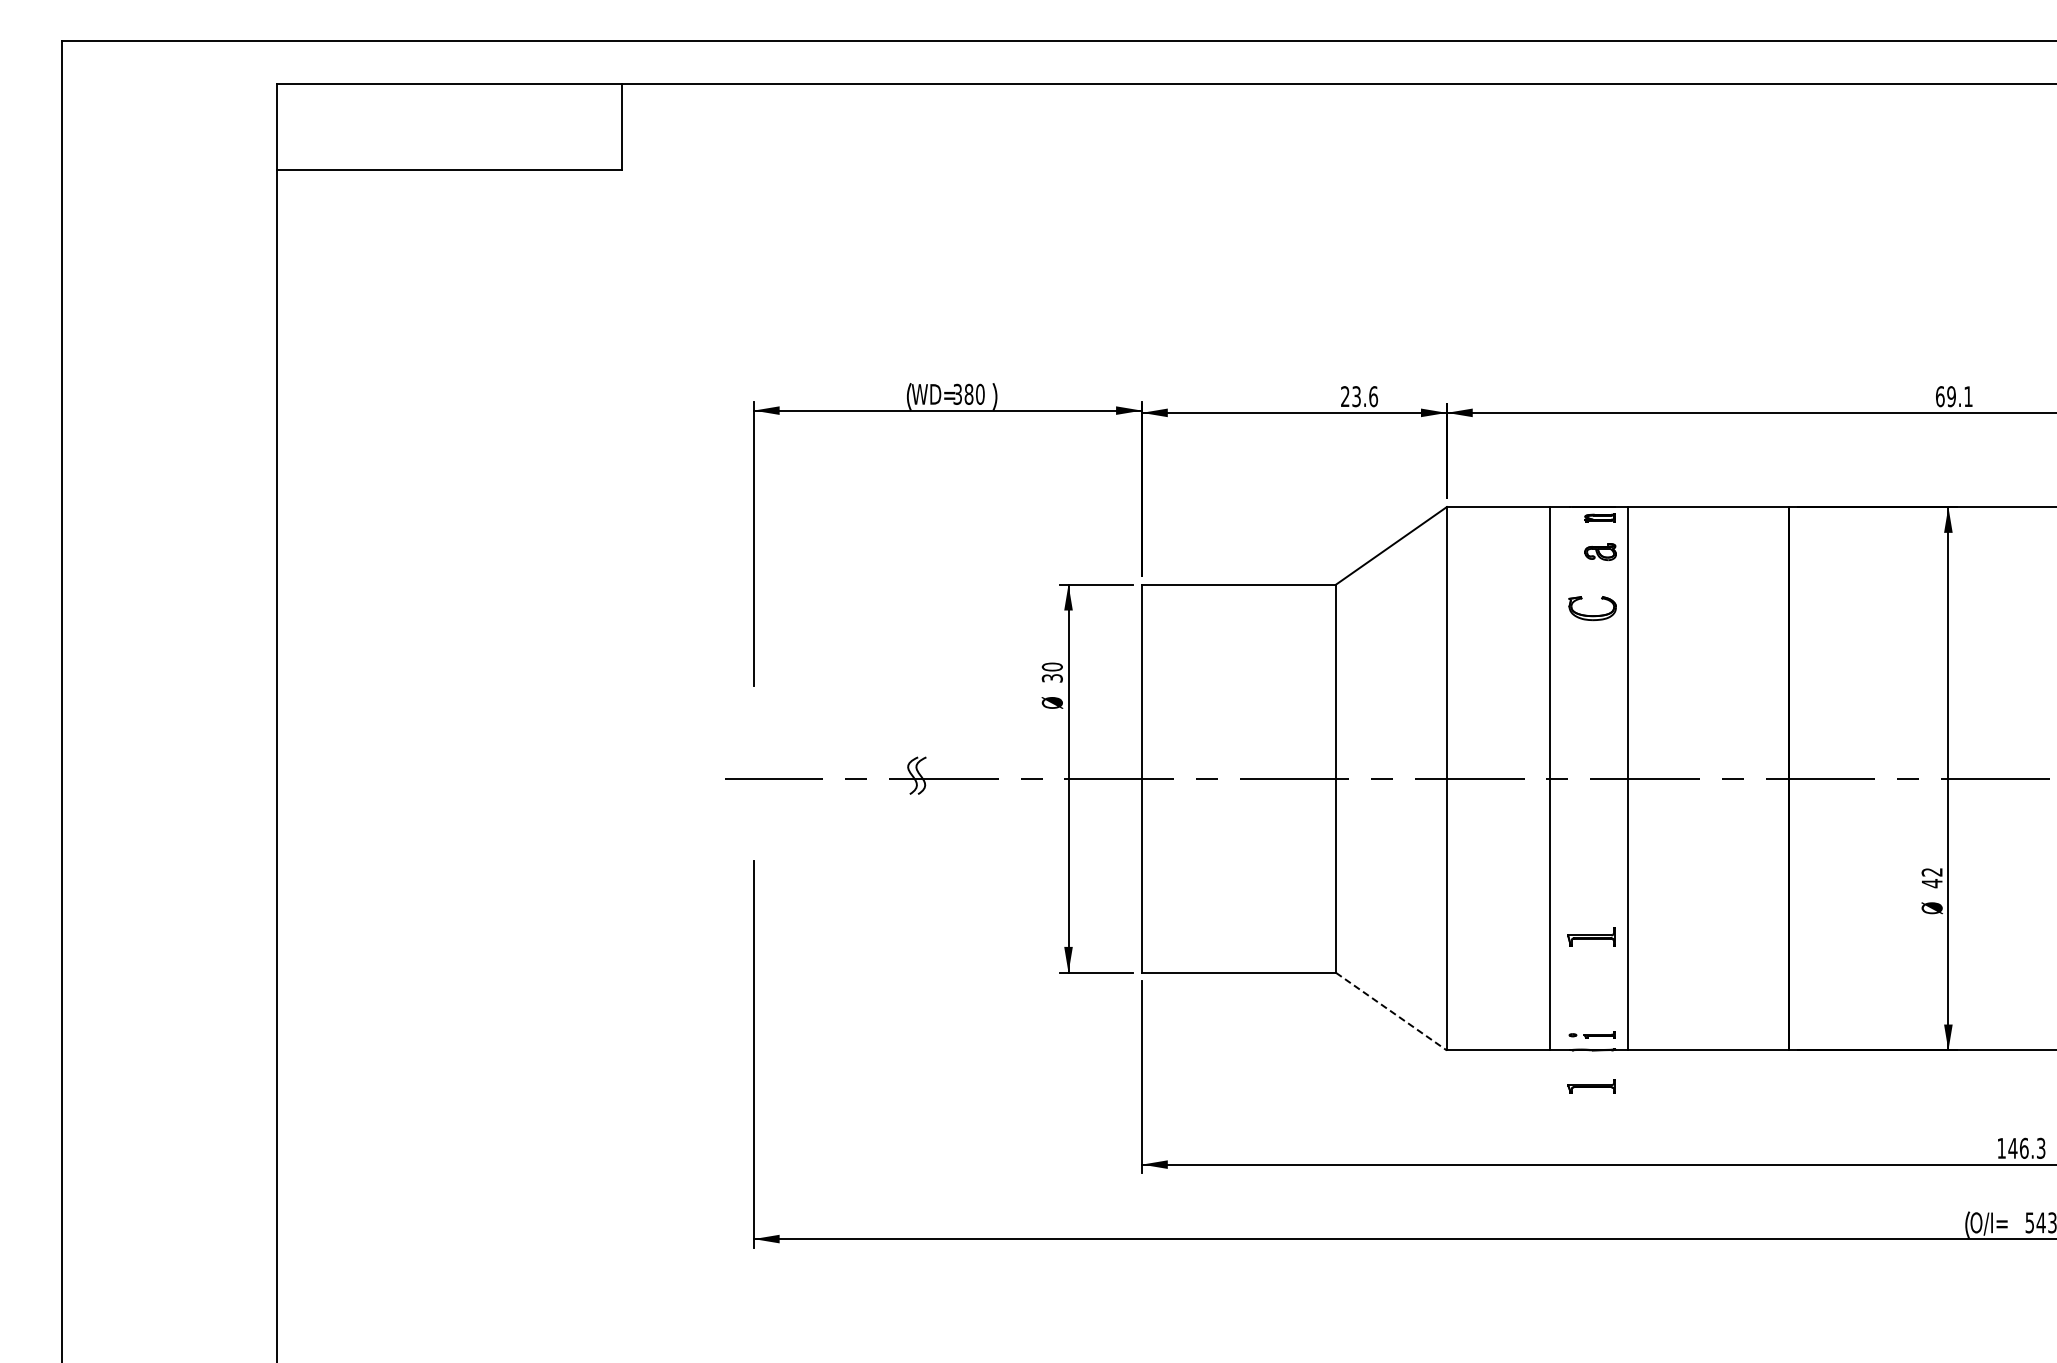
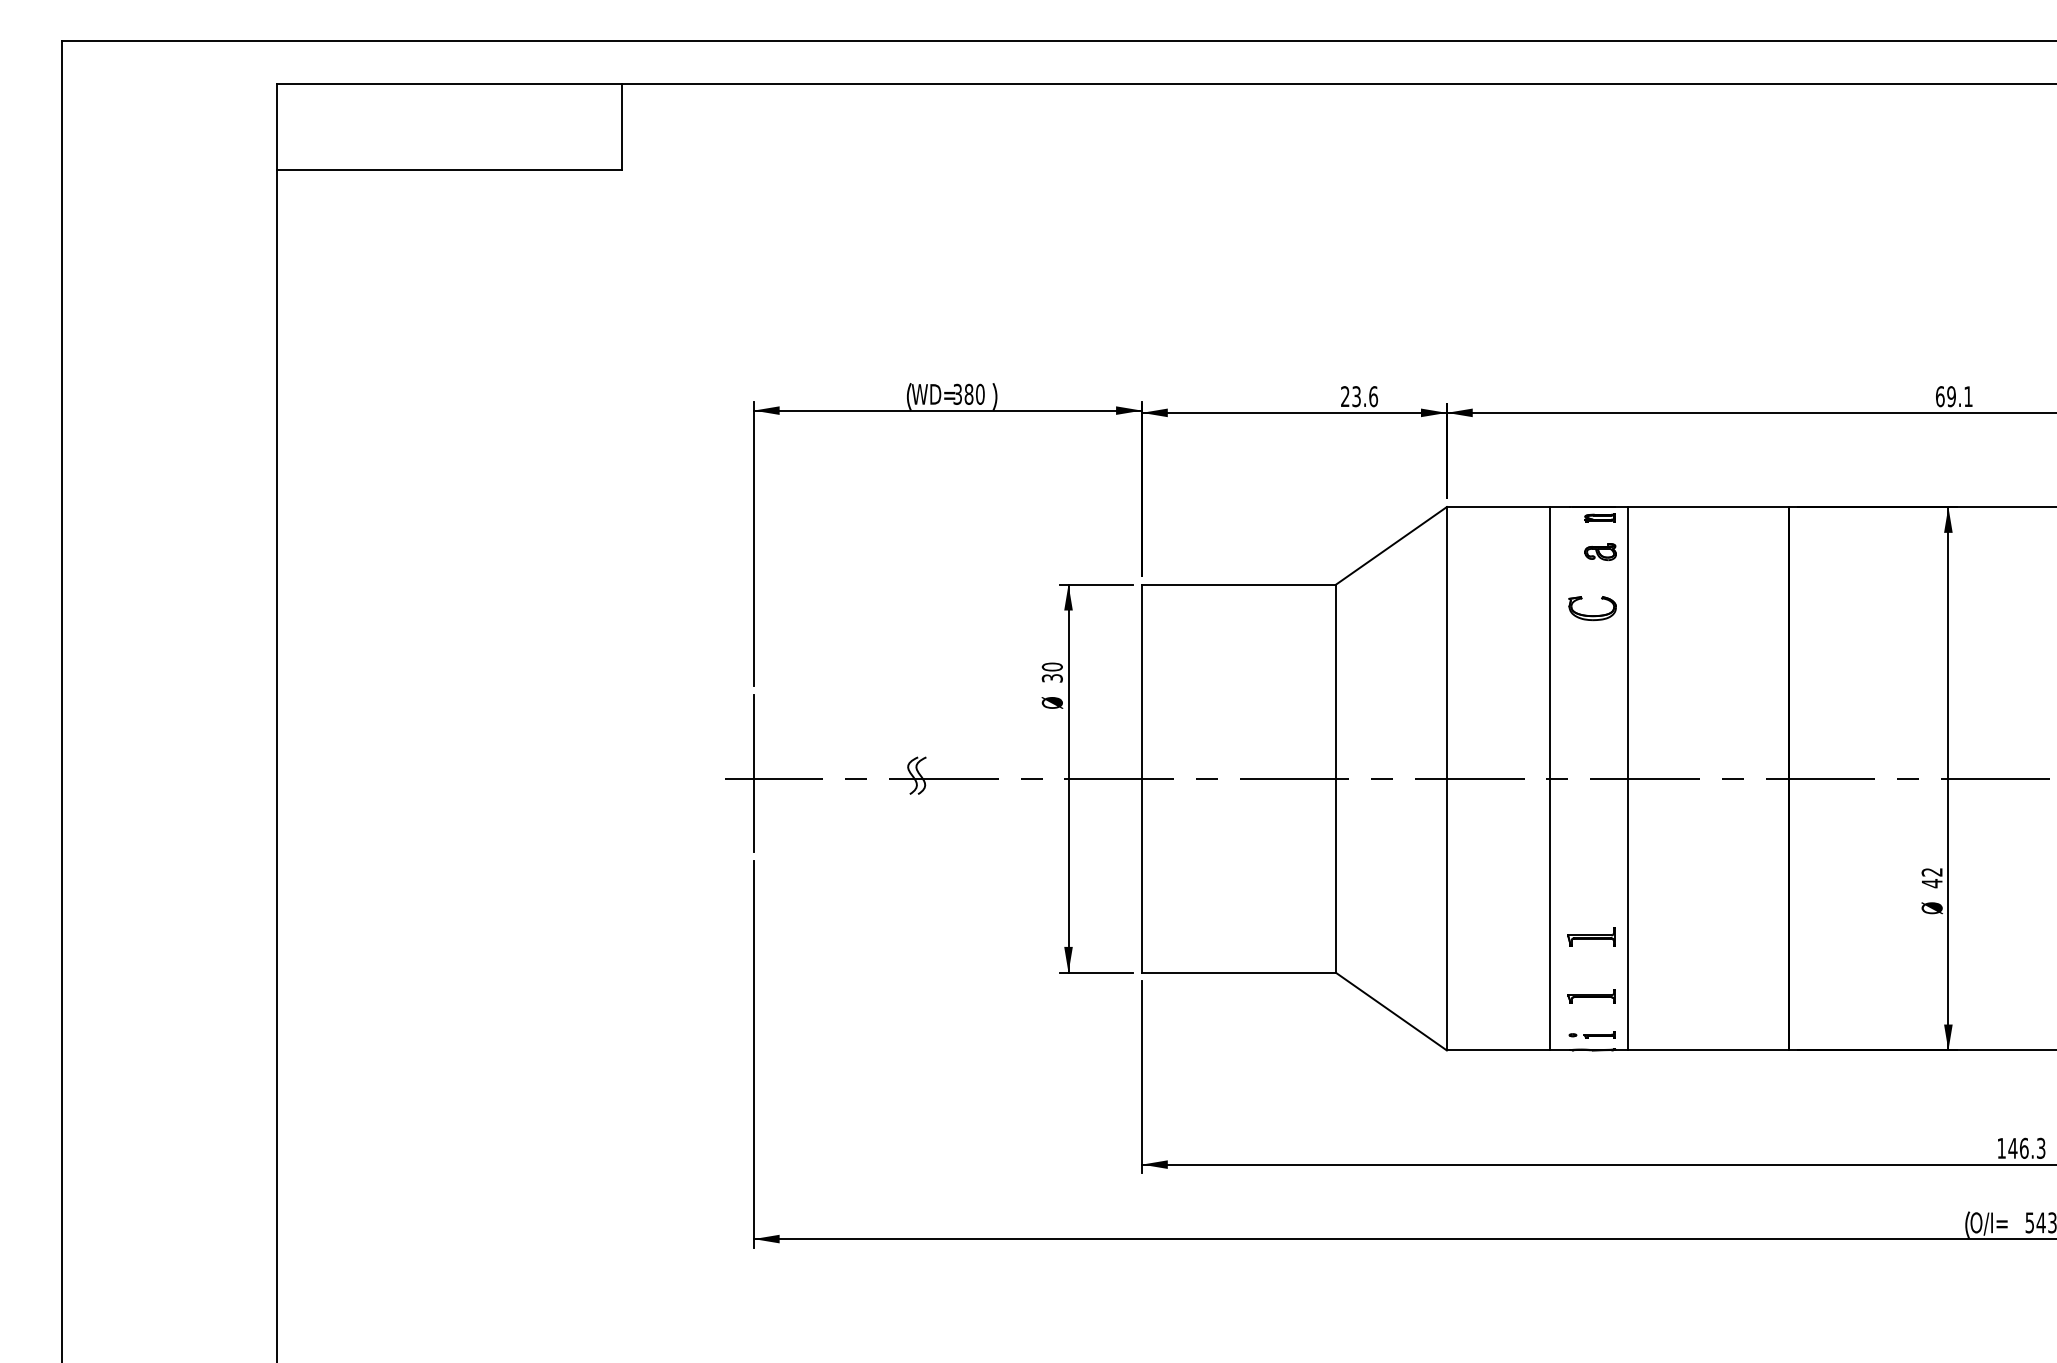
line at (753, 773): none -> present
line at (1391, 1011): dashed -> solid
part at (1591, 1086) position: (1591, 1086) -> (1591, 996)
